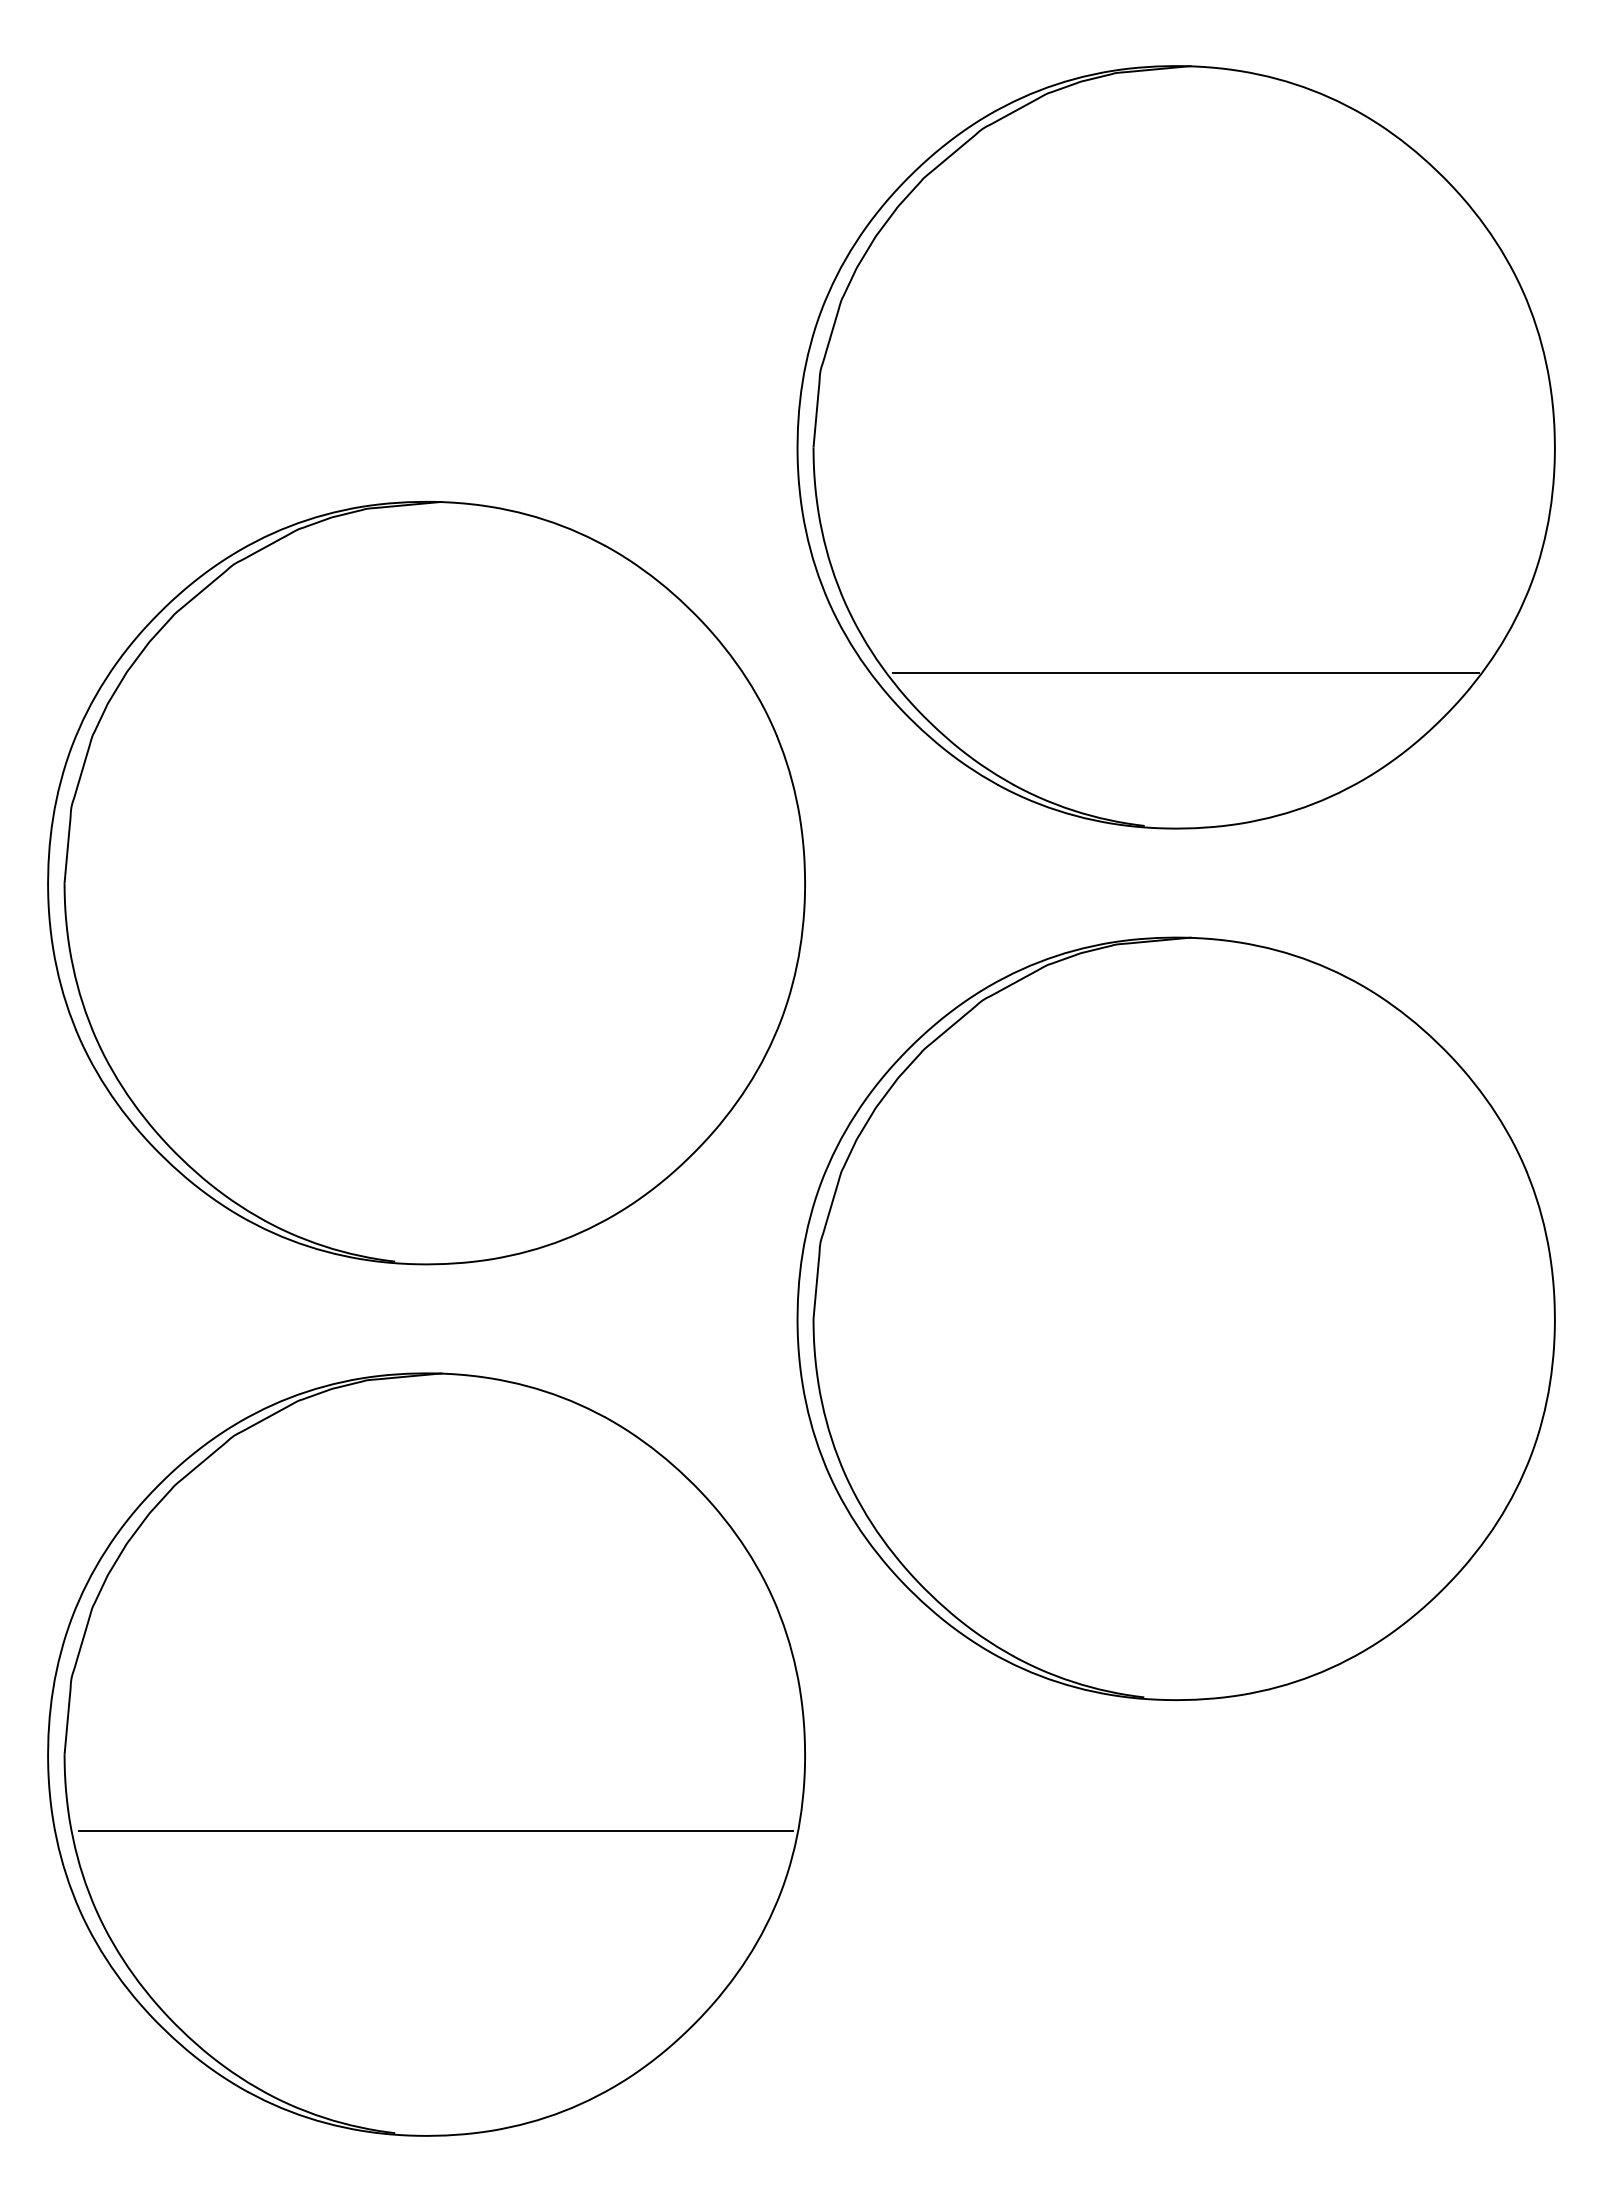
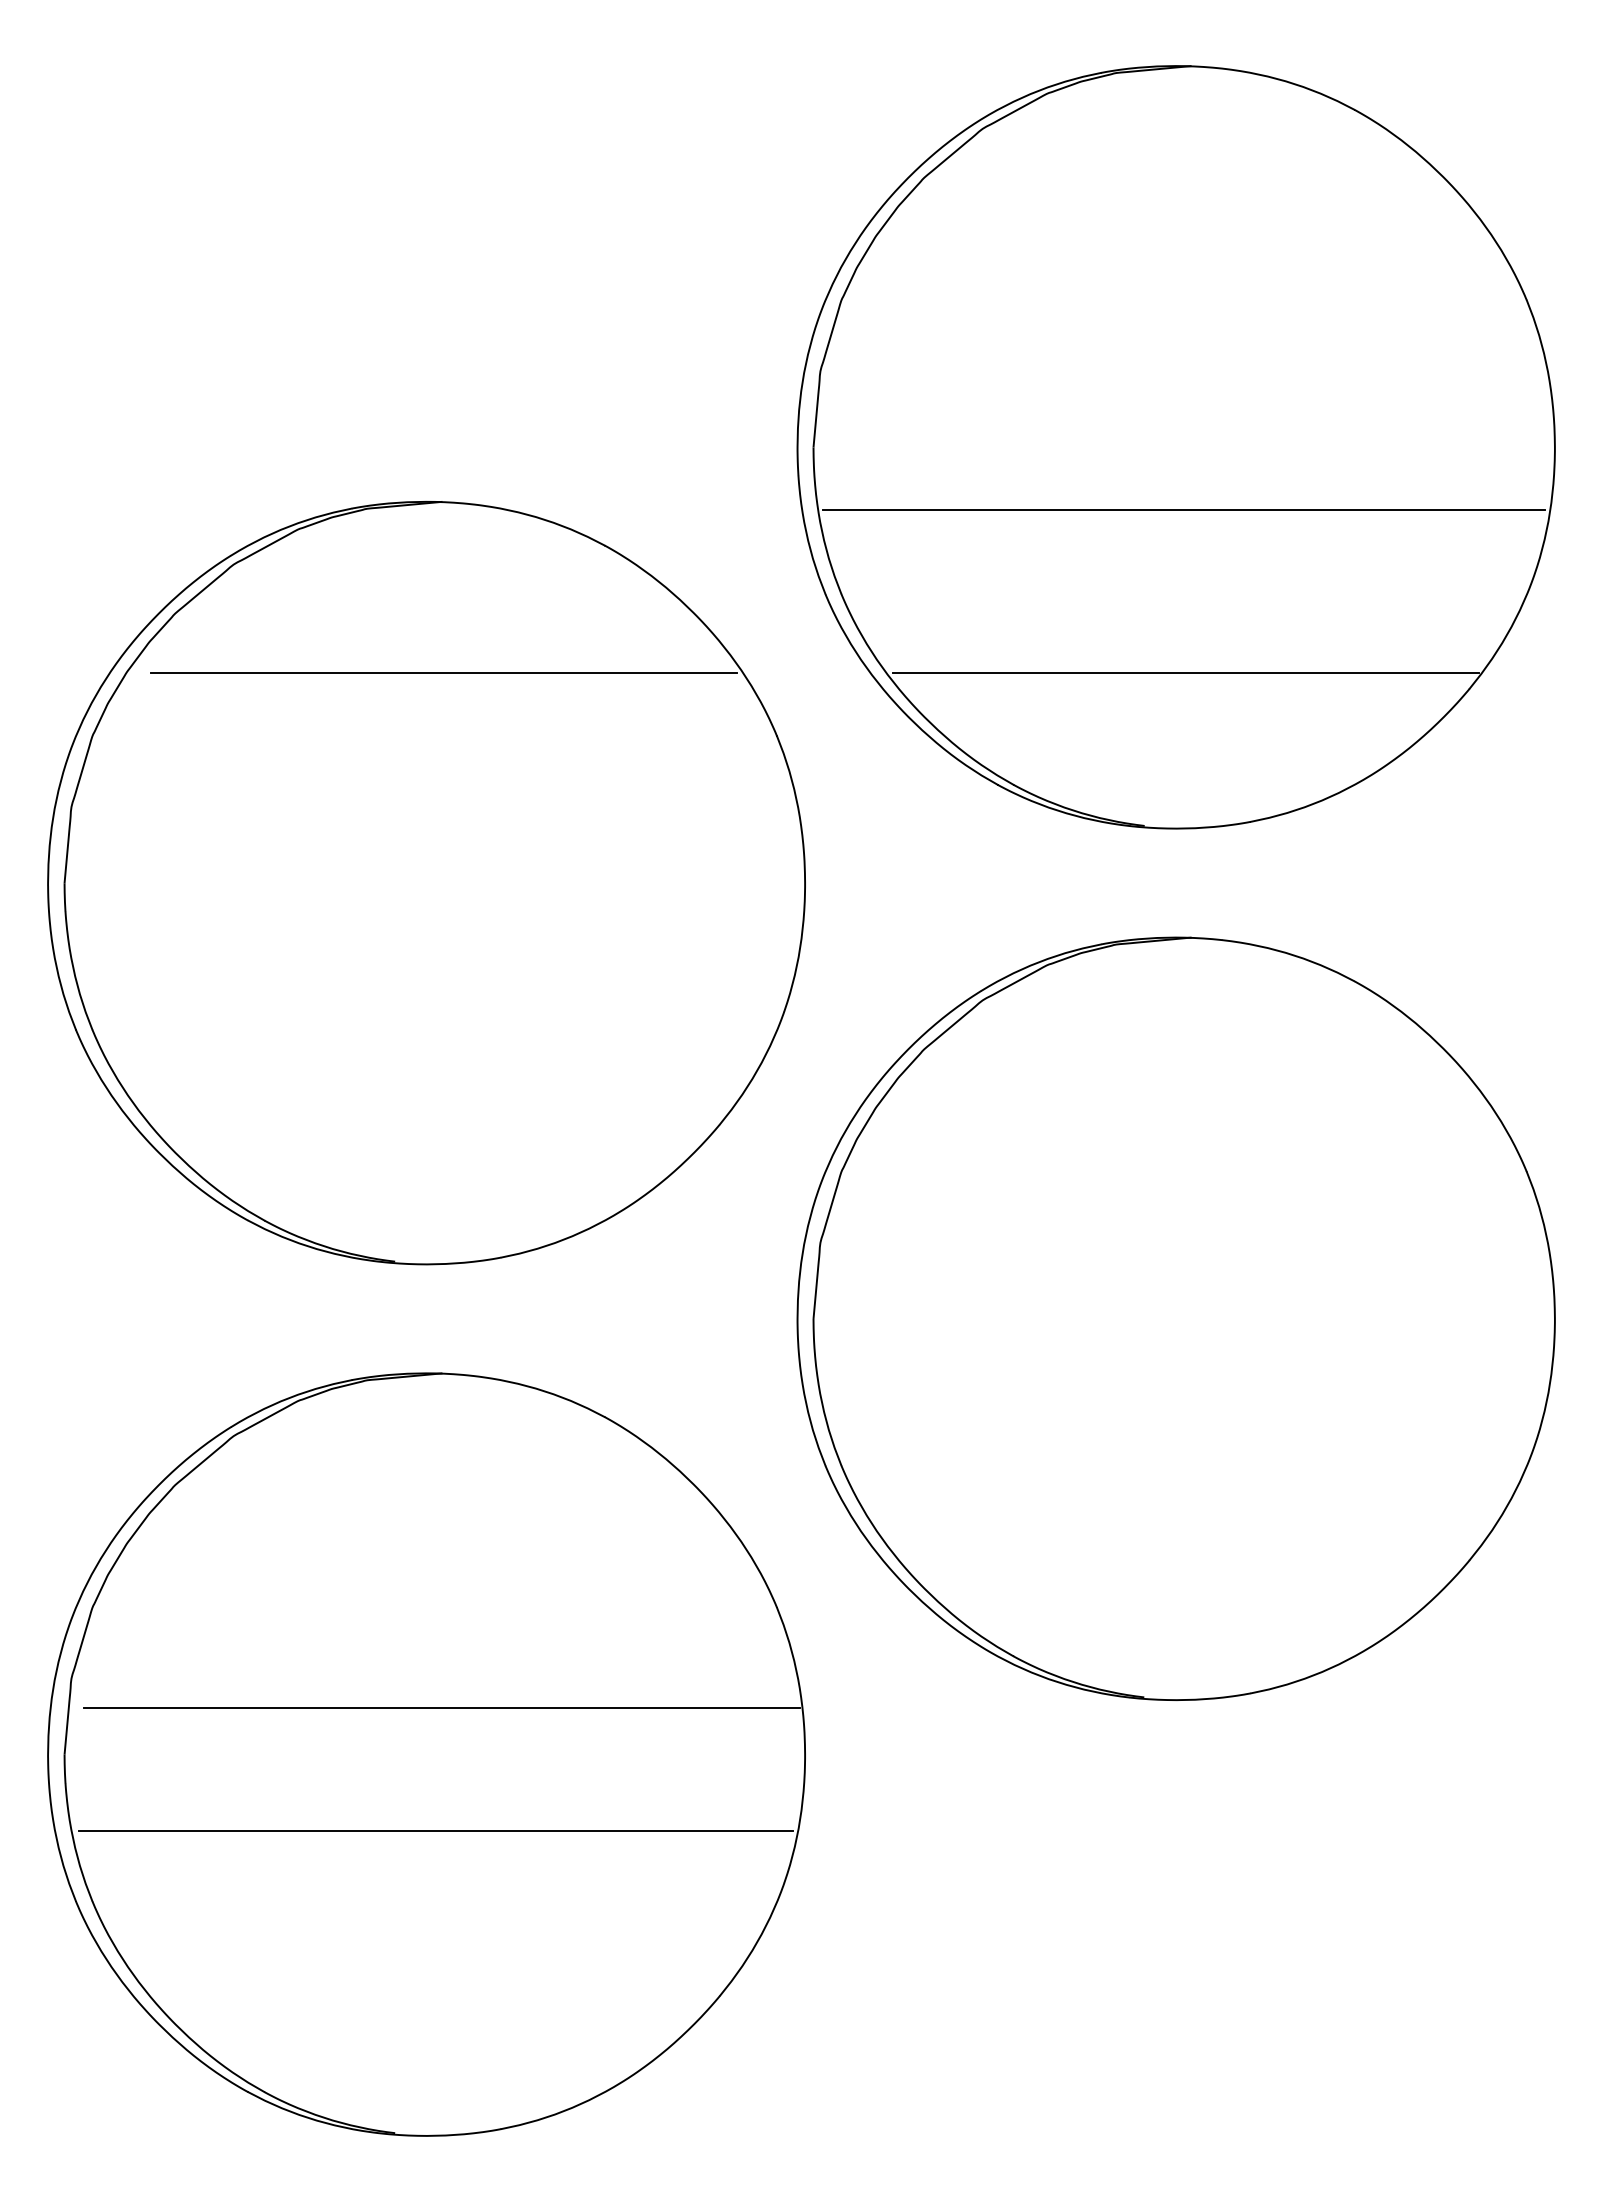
line at (1184, 509): none -> present
line at (444, 673): none -> present
line at (441, 1708): none -> present
